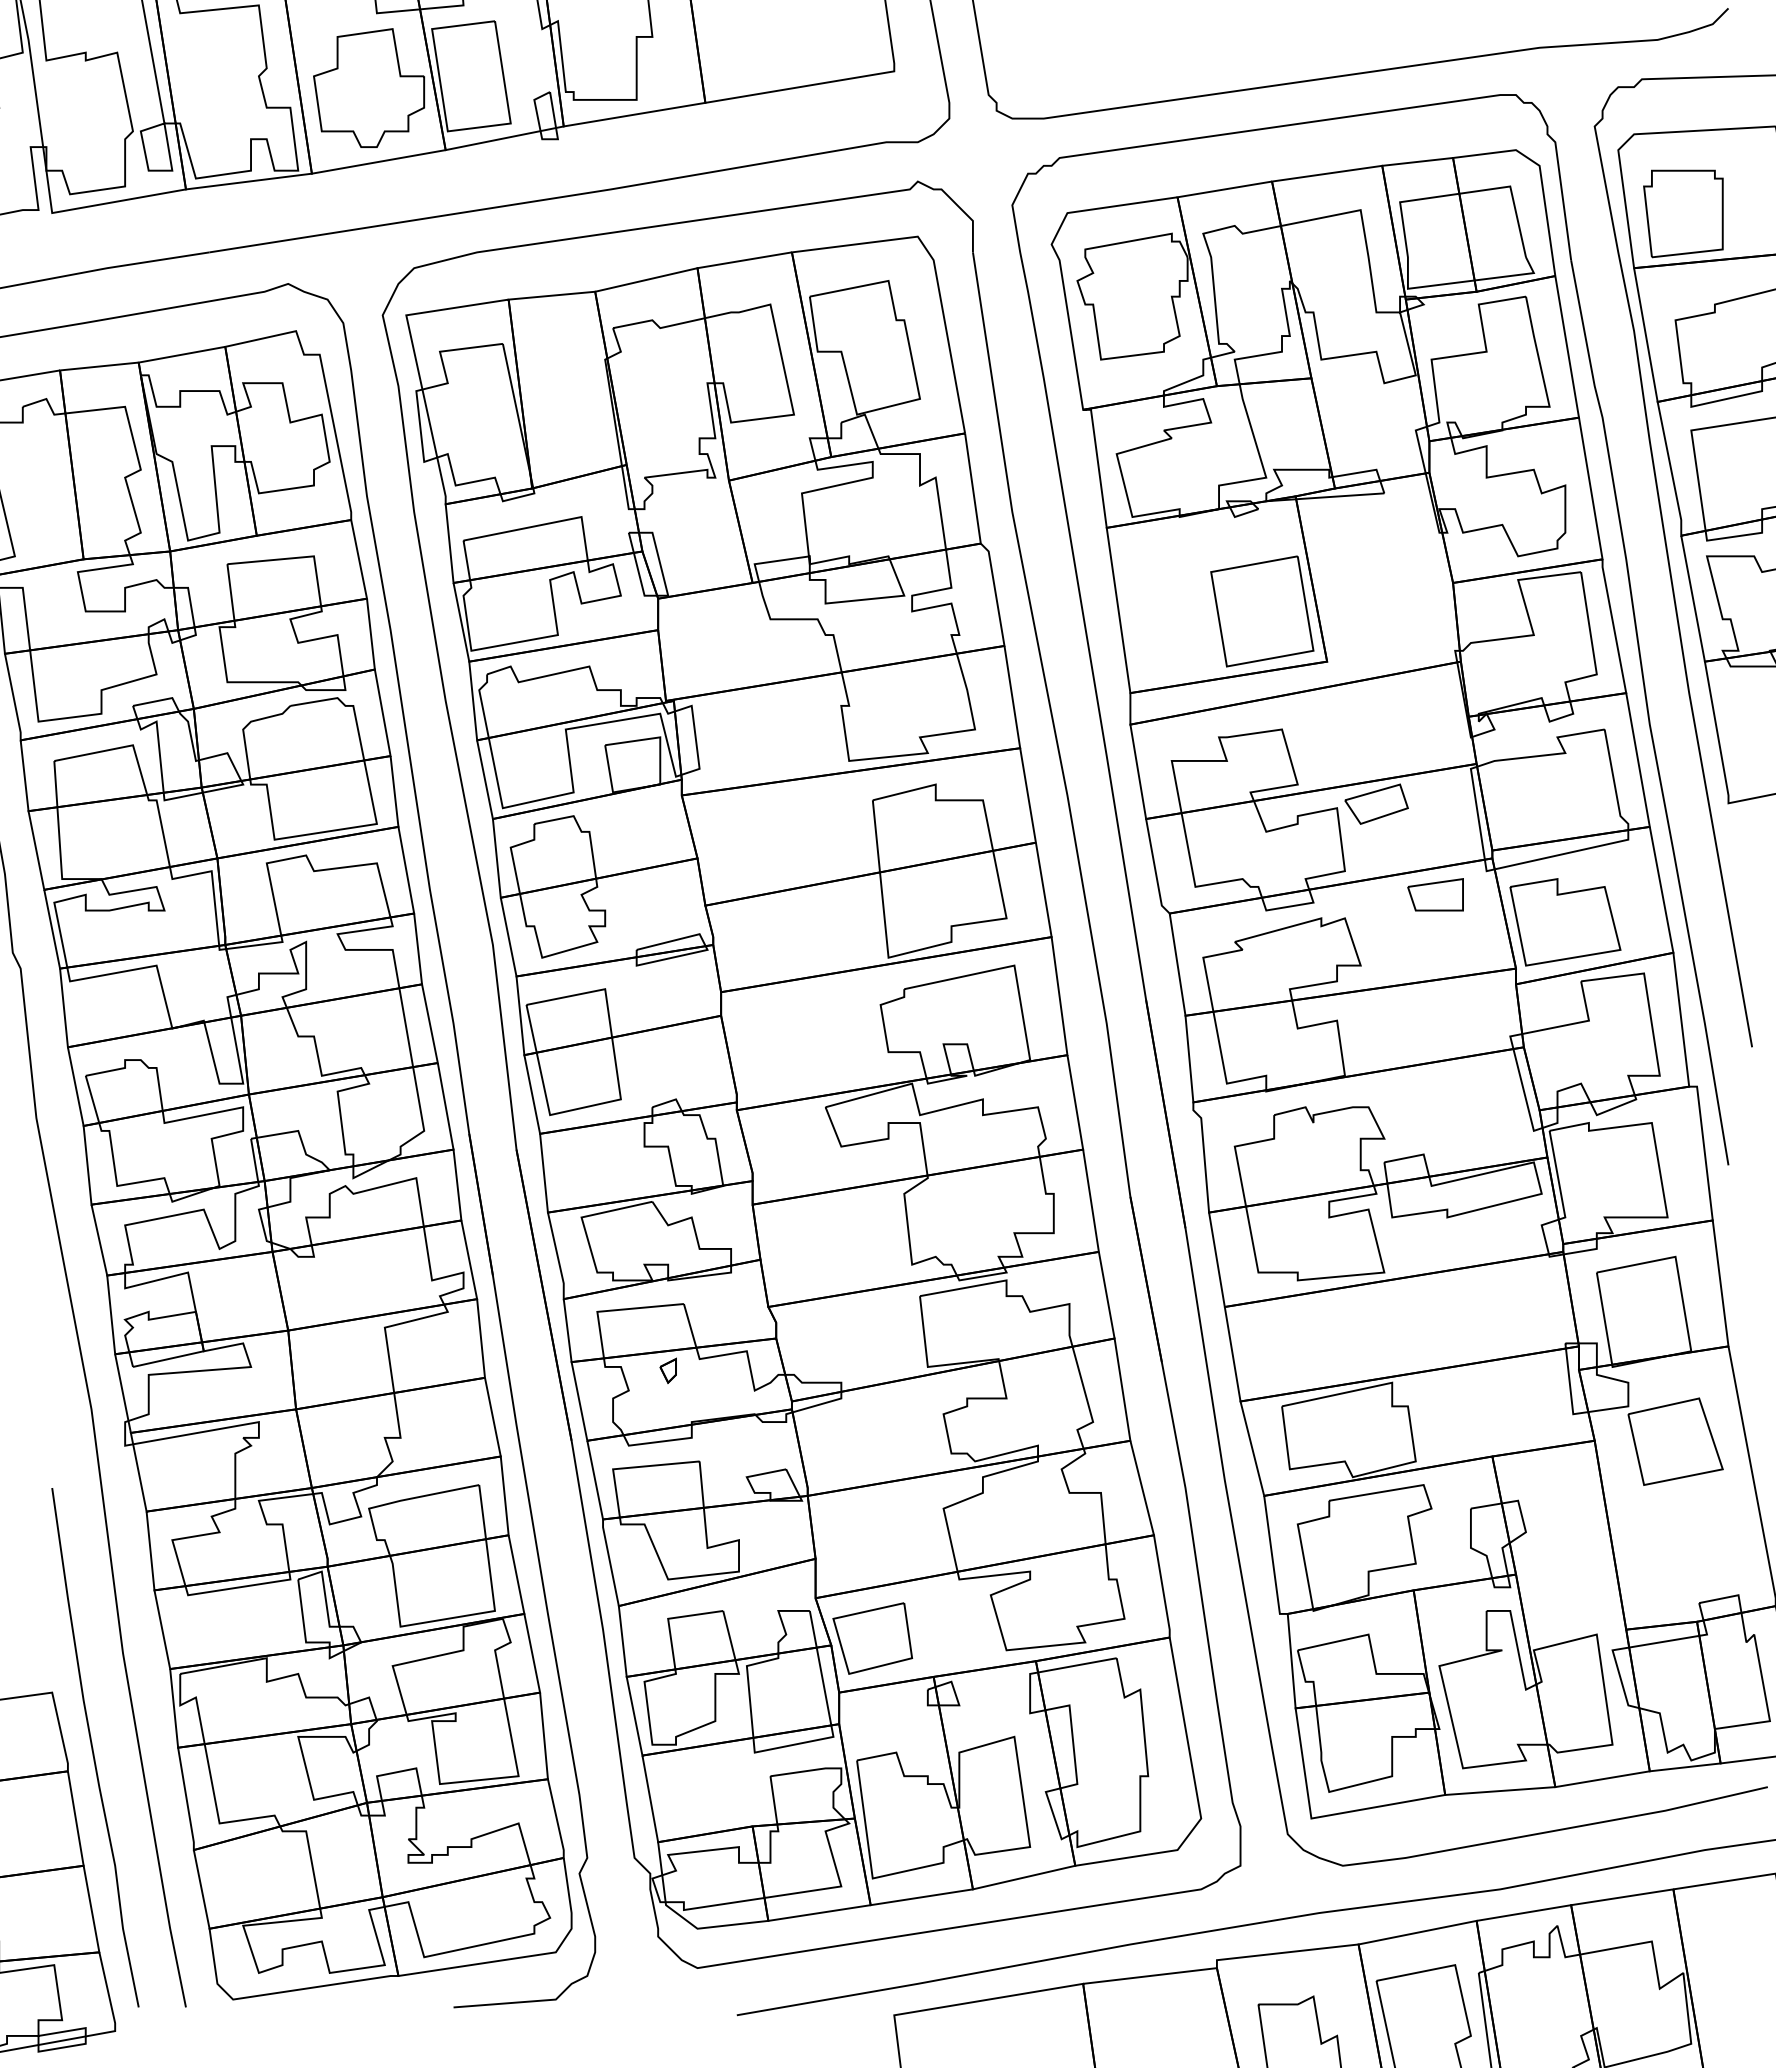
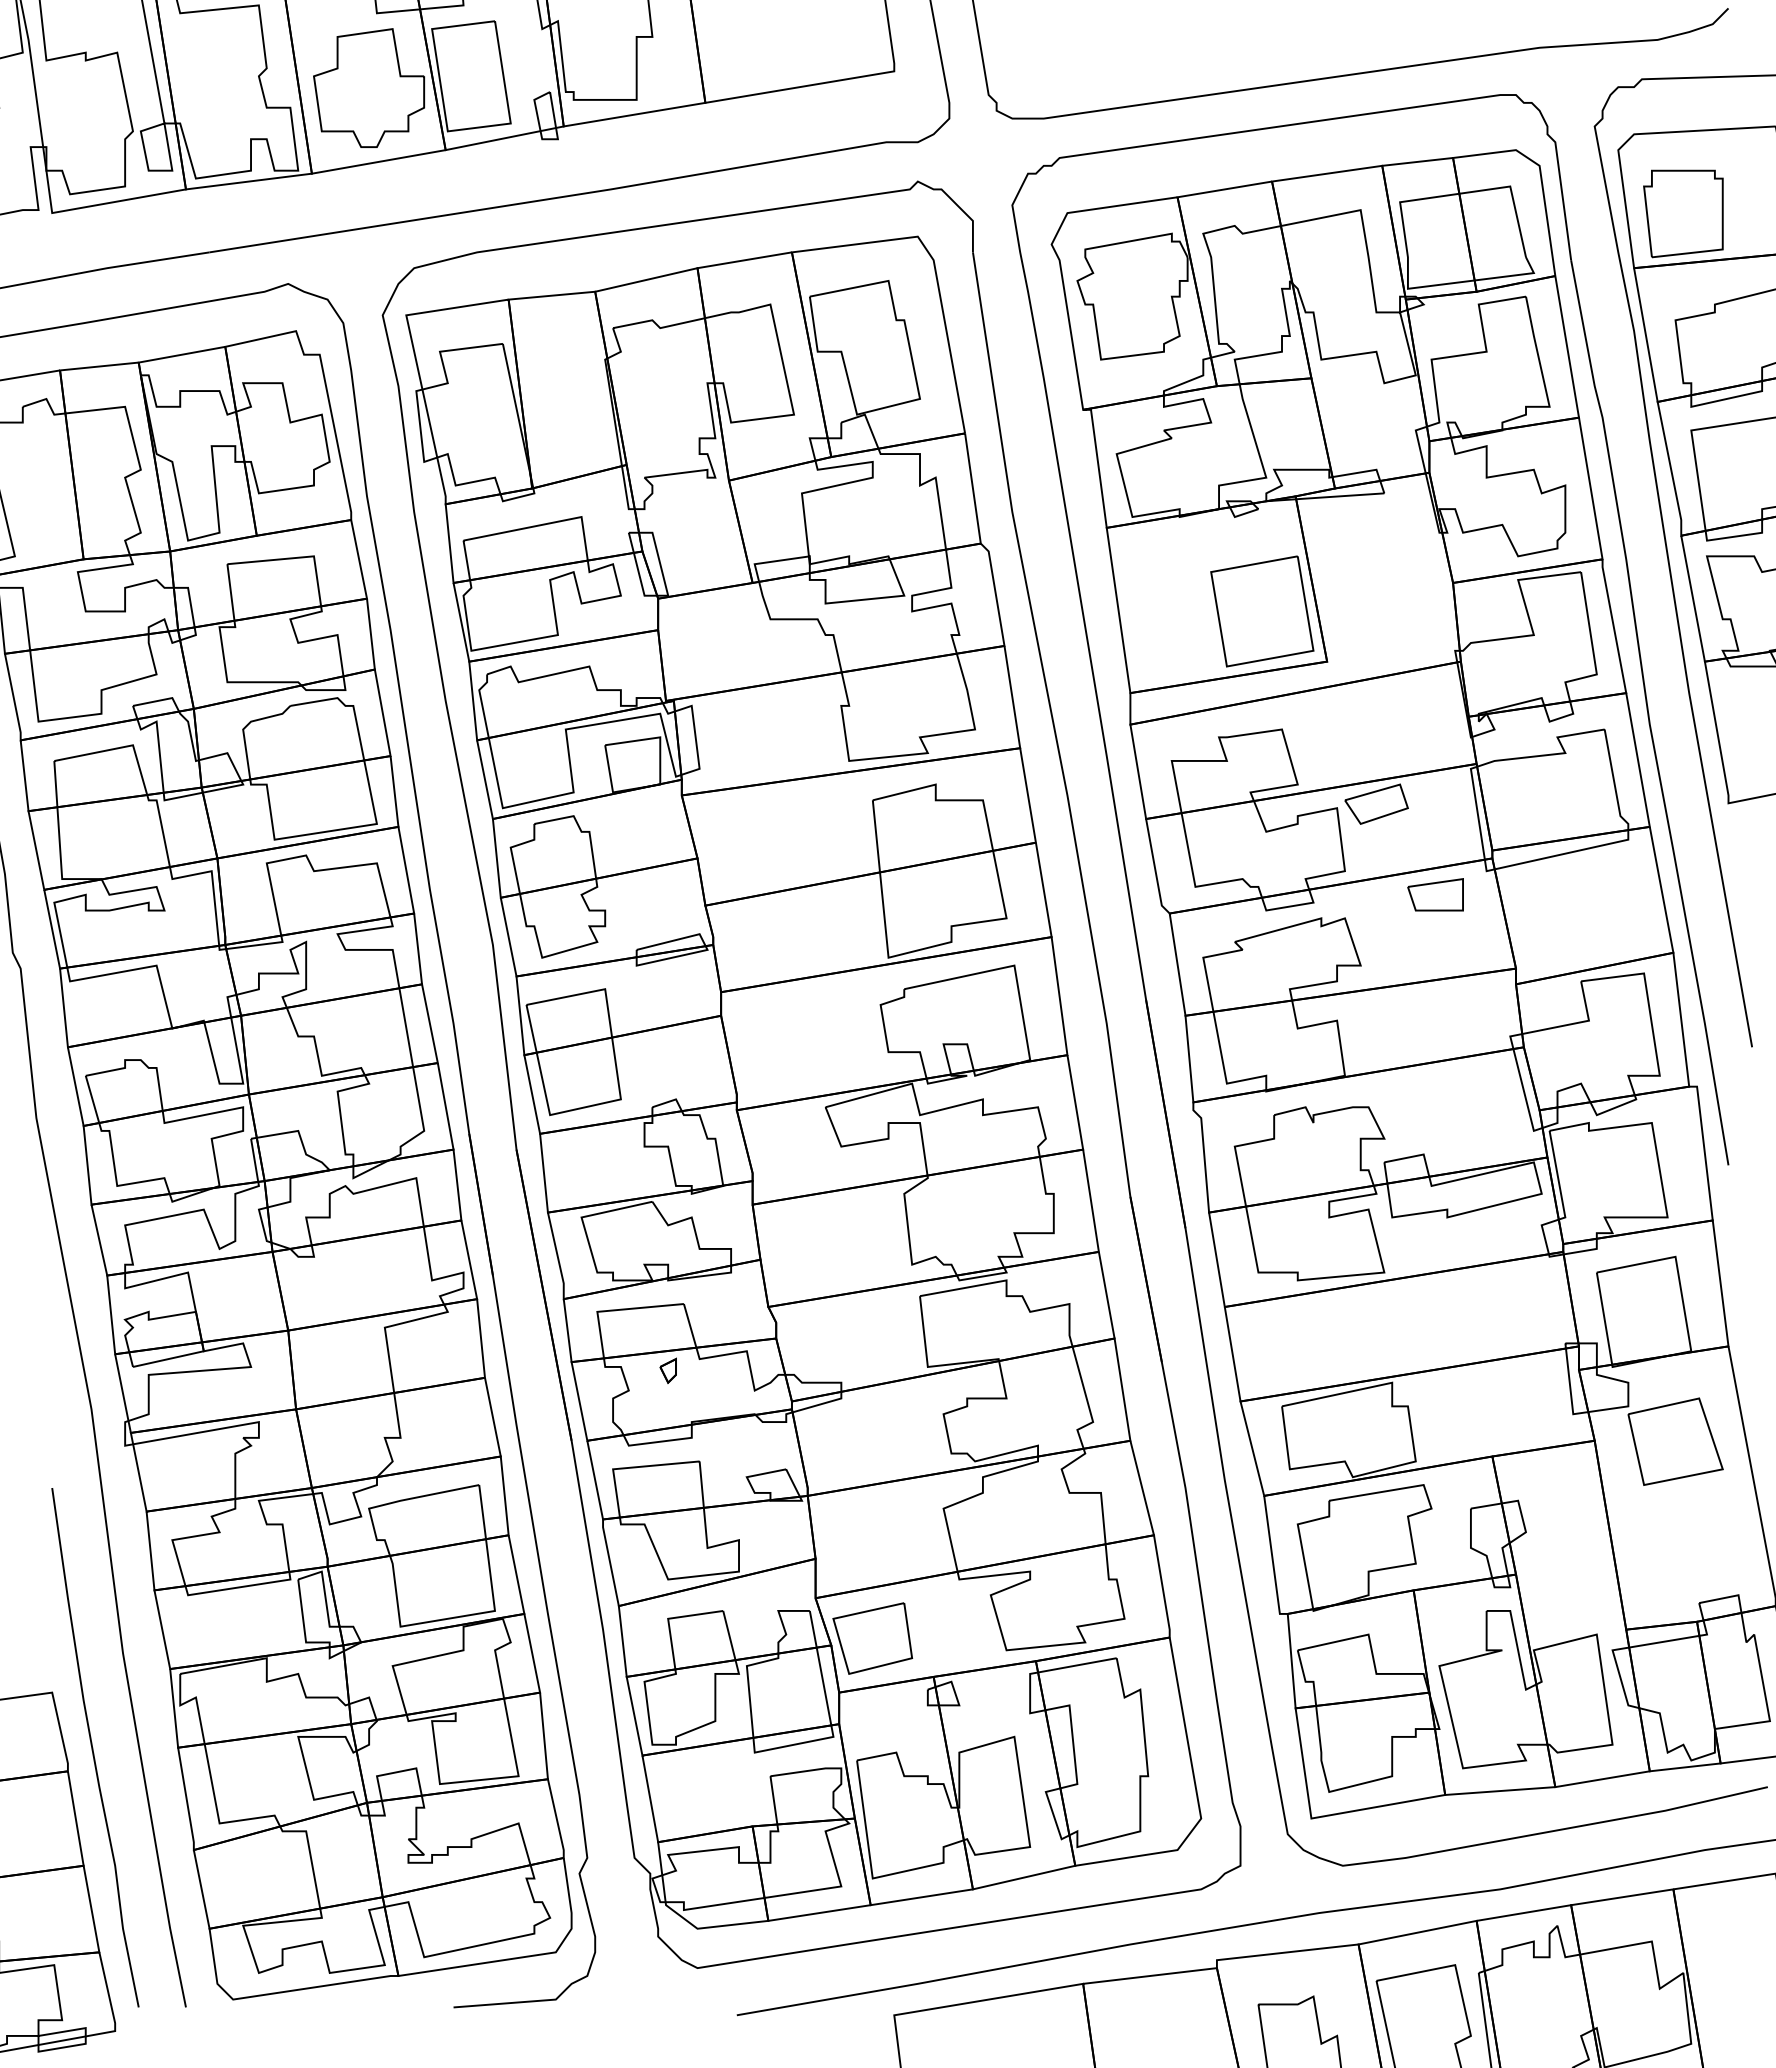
part at (1565, 922): present -> none
